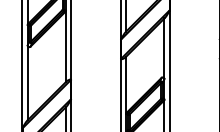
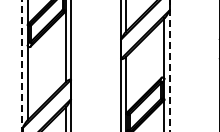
line at (22, 66): solid -> dashed
line at (169, 66): solid -> dashed
